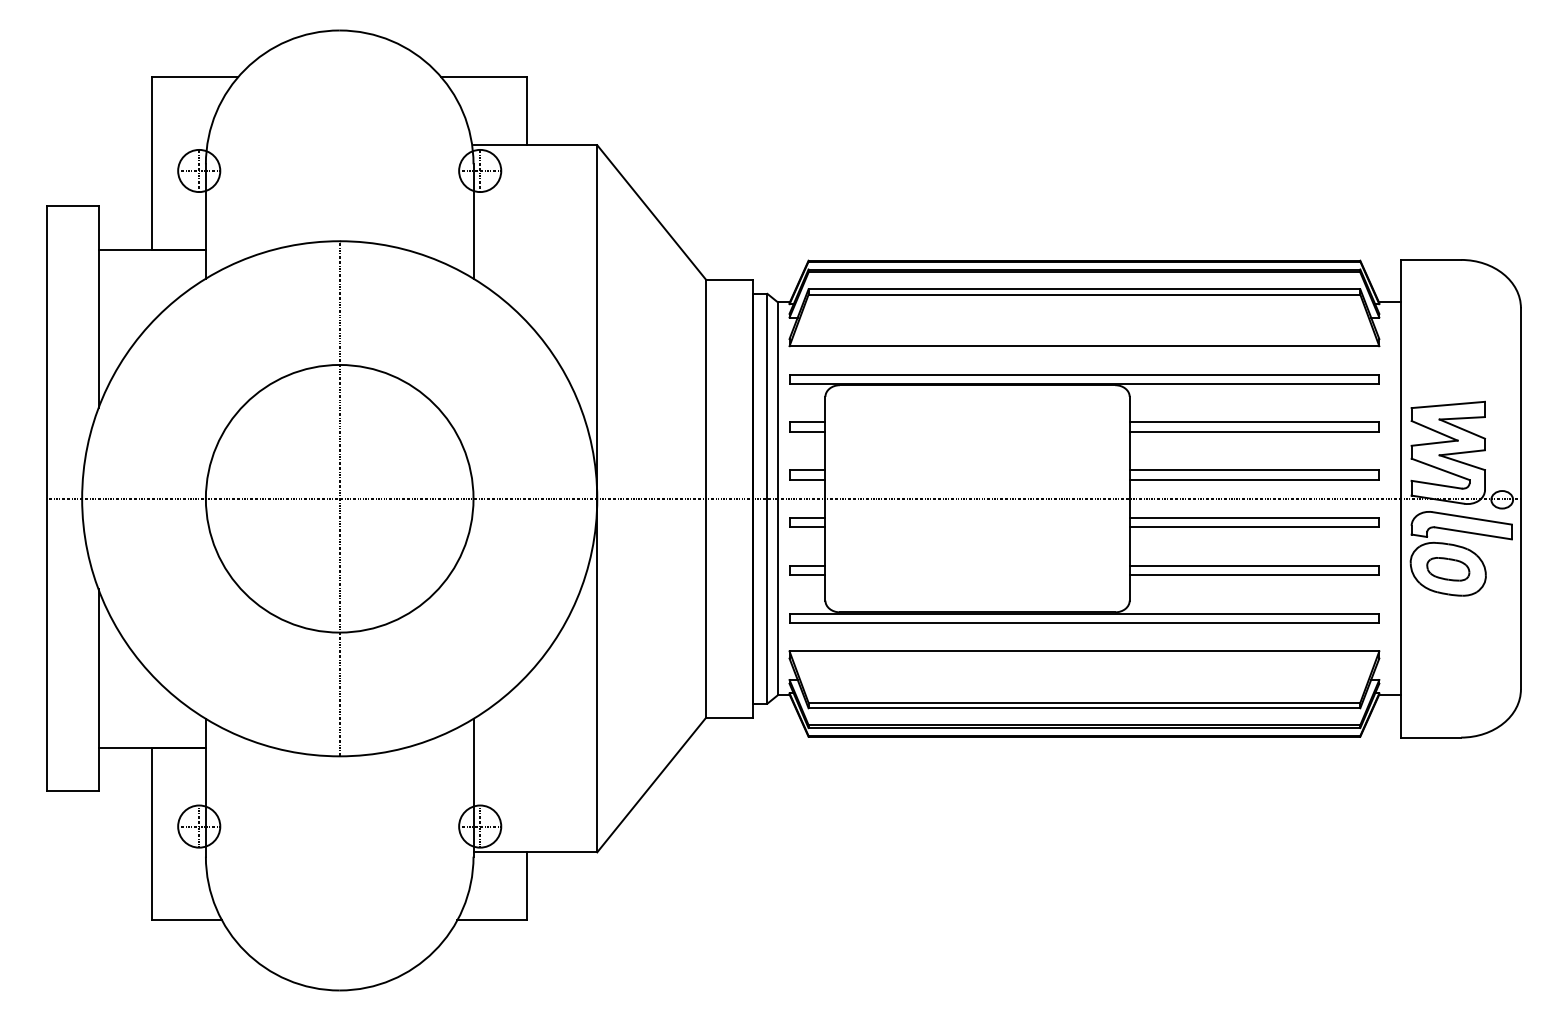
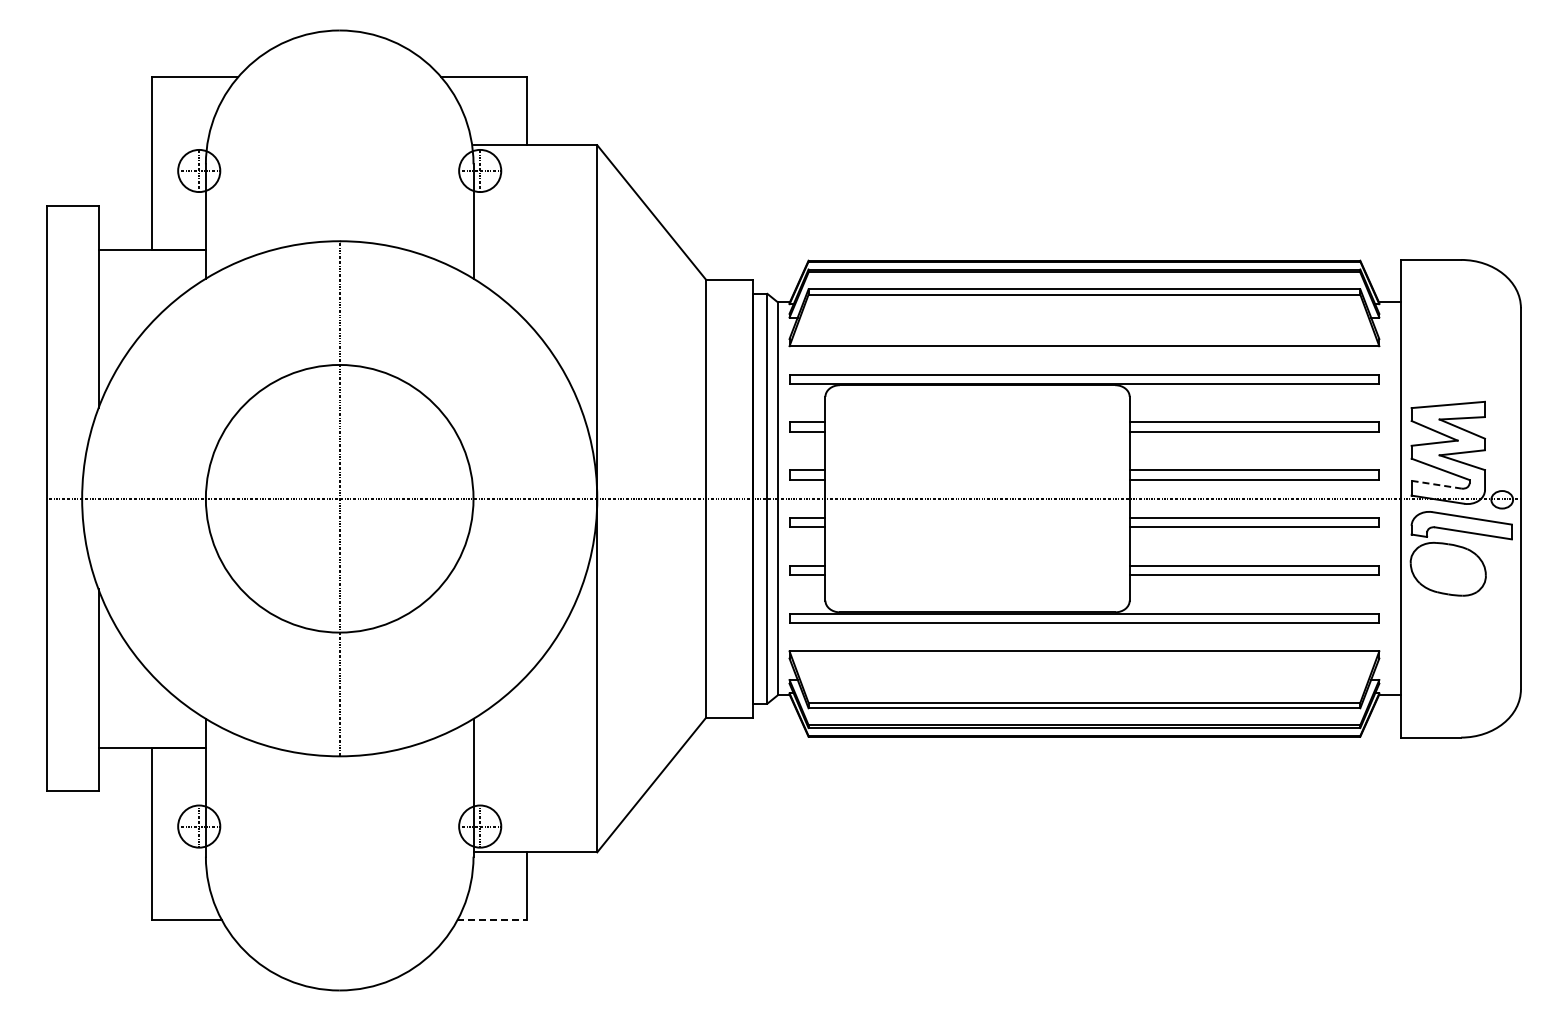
line at (1437, 484): solid -> dashed
part at (1448, 569): present -> none
line at (492, 920): solid -> dashed
